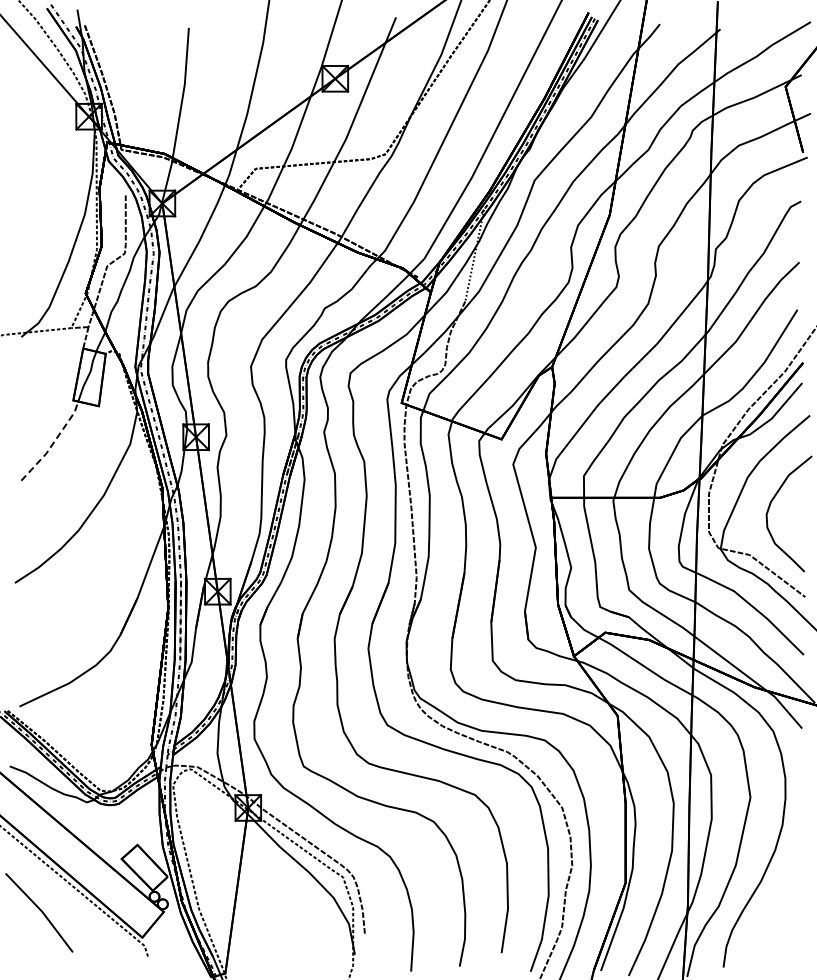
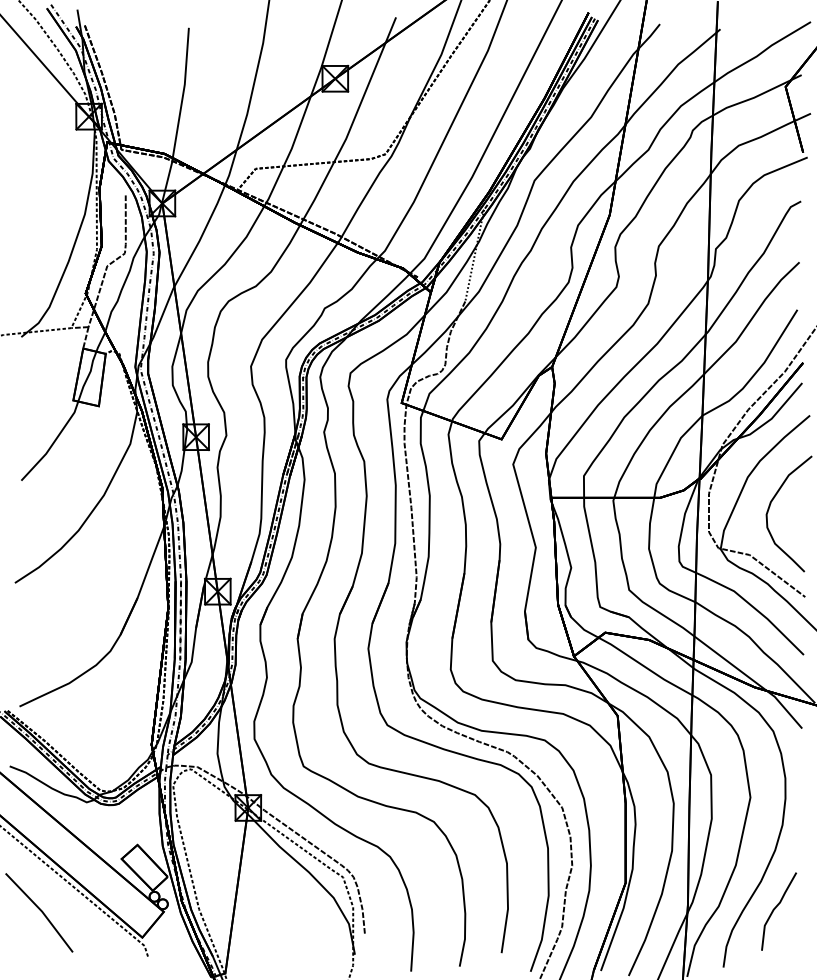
line at (53, 443): dashed -> solid
curve at (776, 908): none -> present
